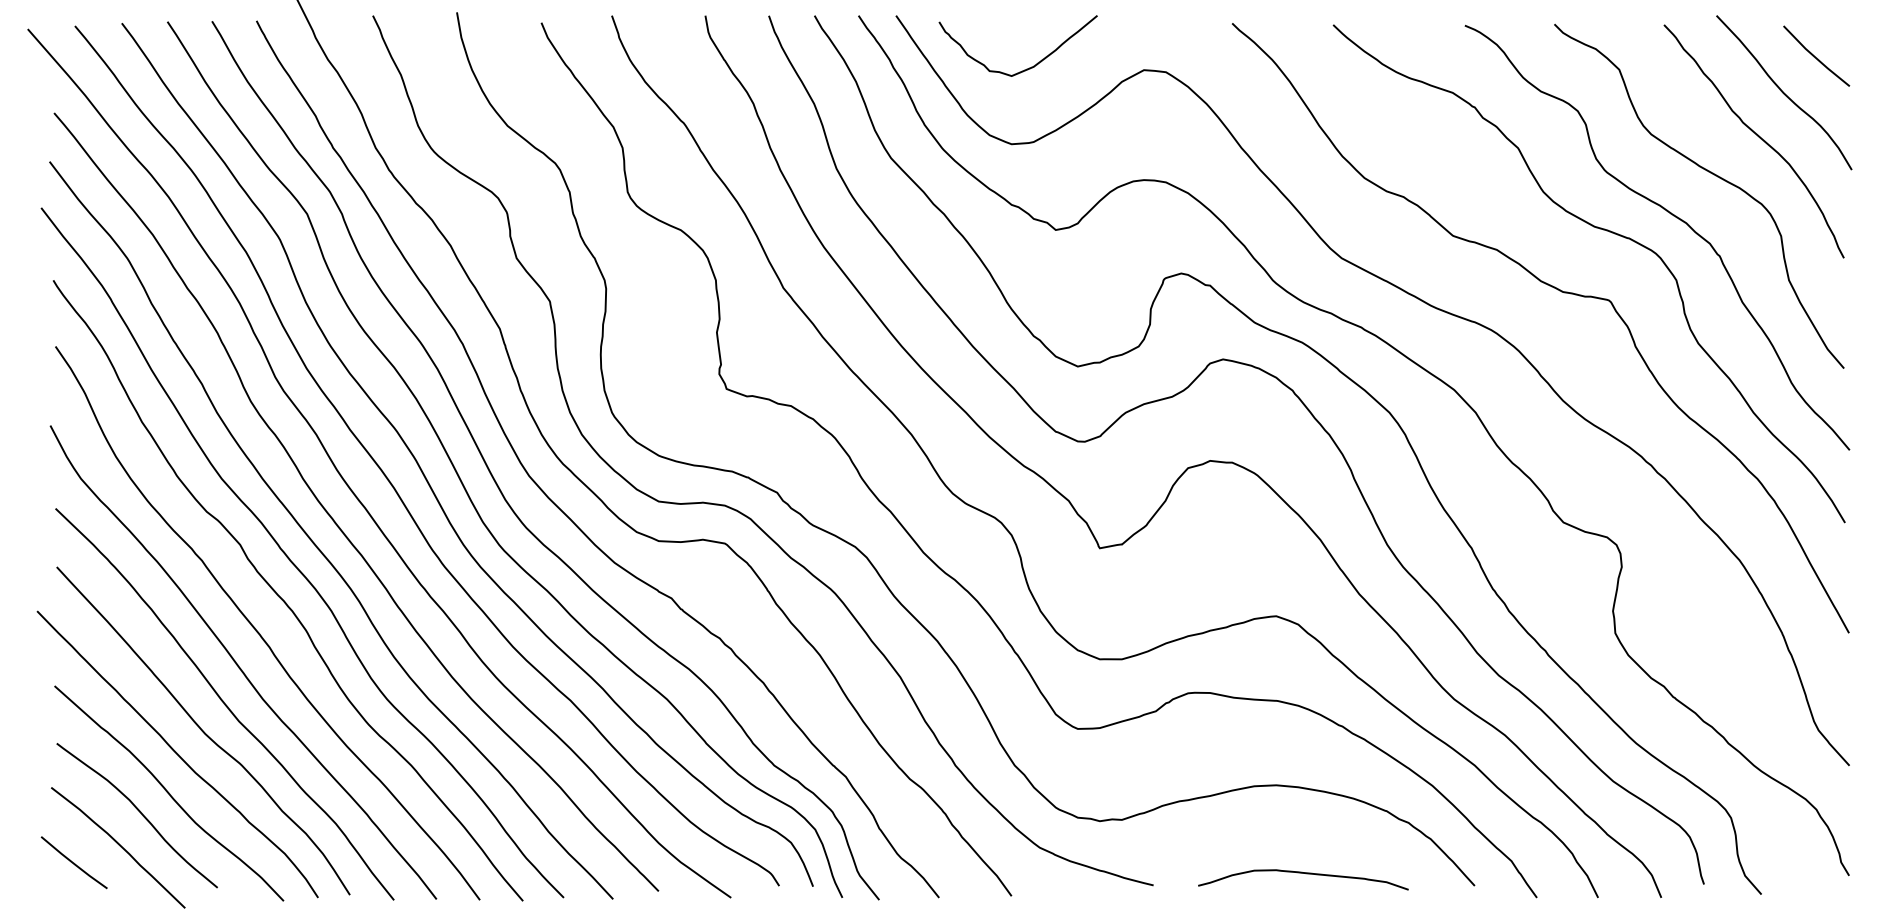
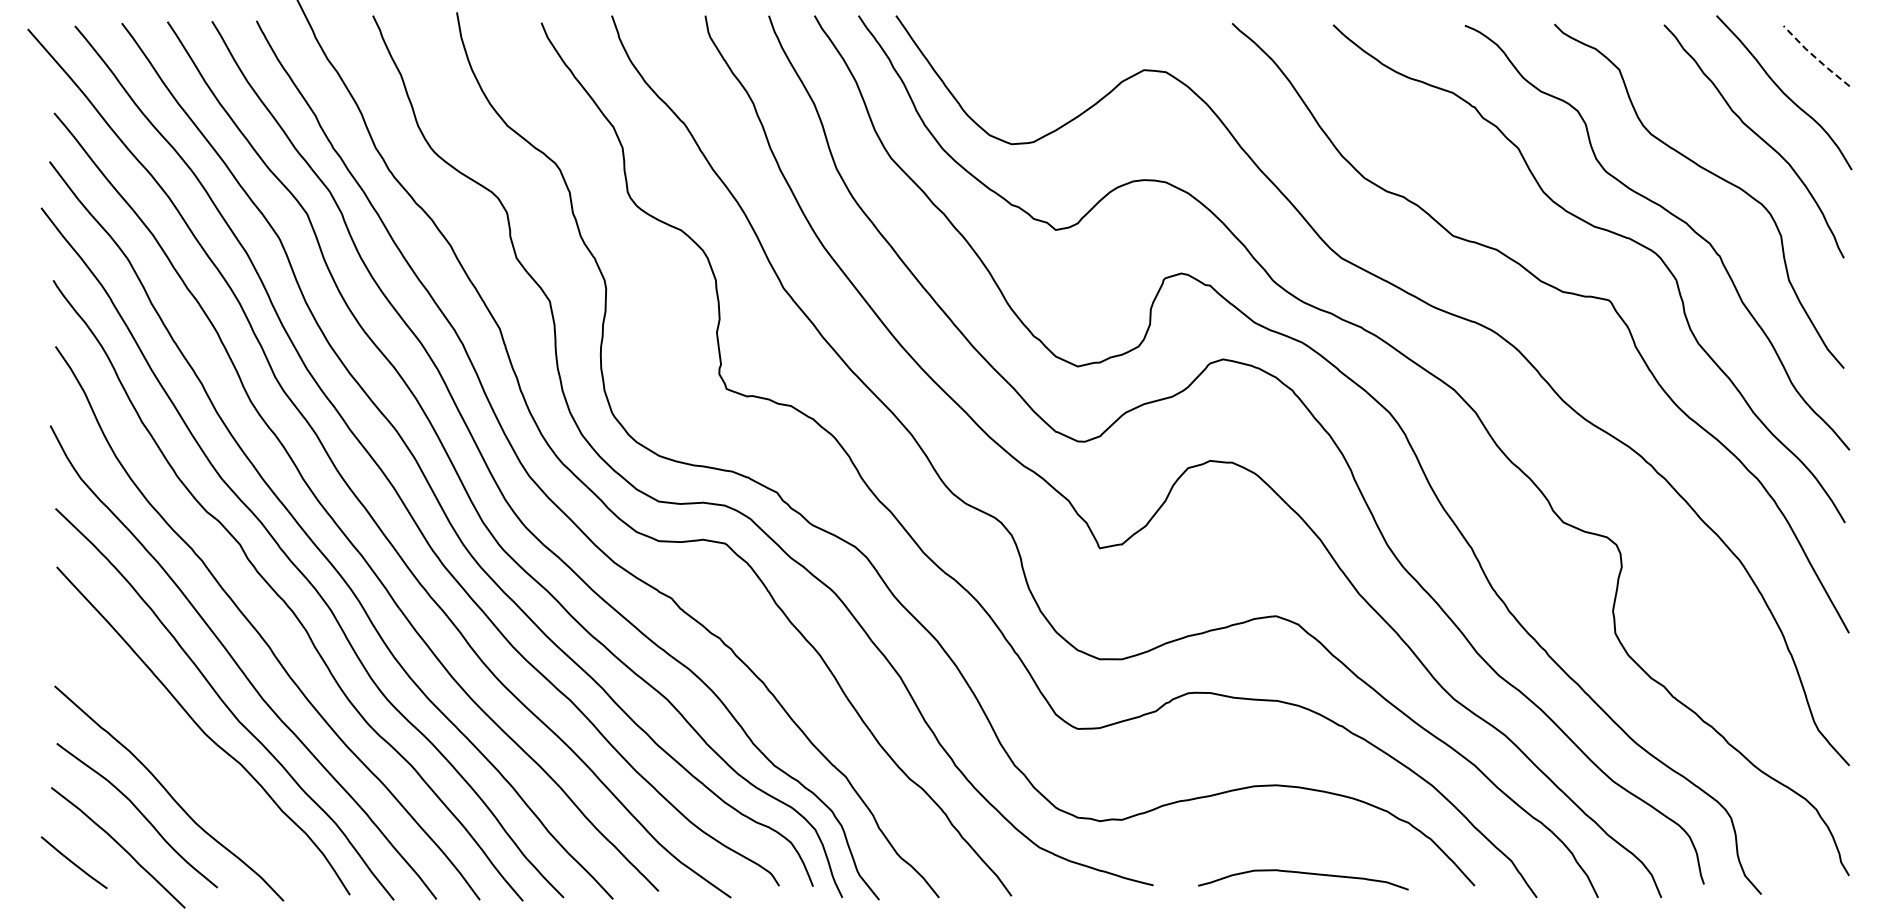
line at (1815, 57): solid -> dashed
curve at (1026, 68): present -> none
curve at (177, 754): present -> none
